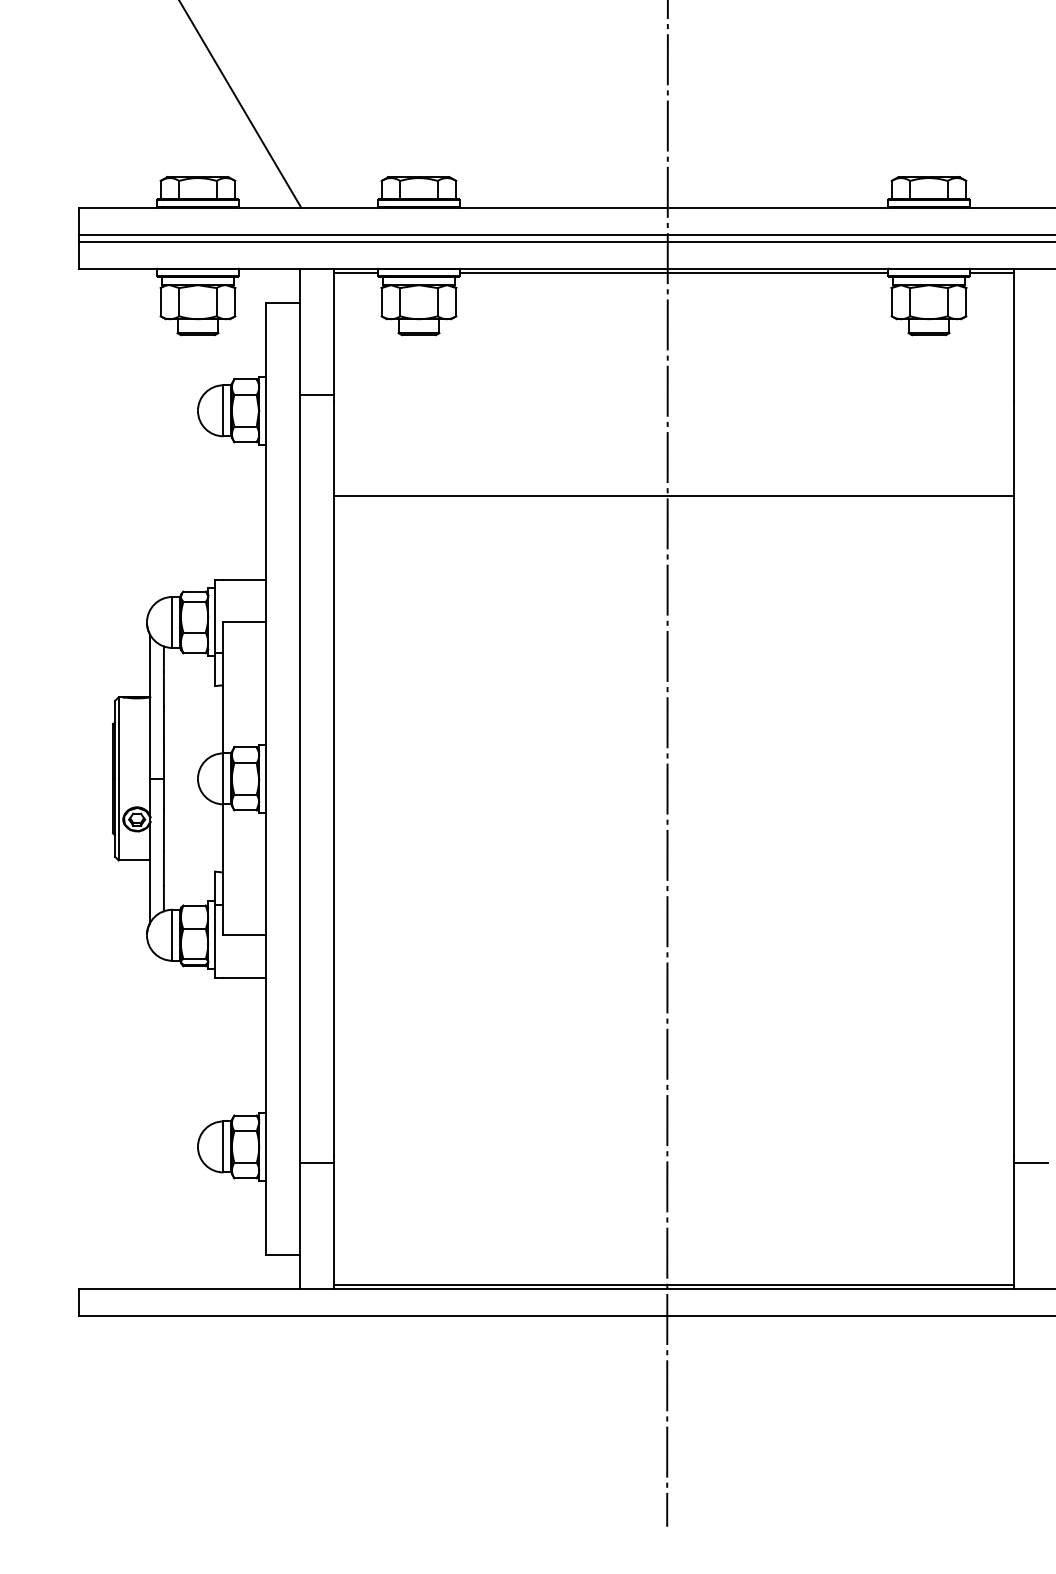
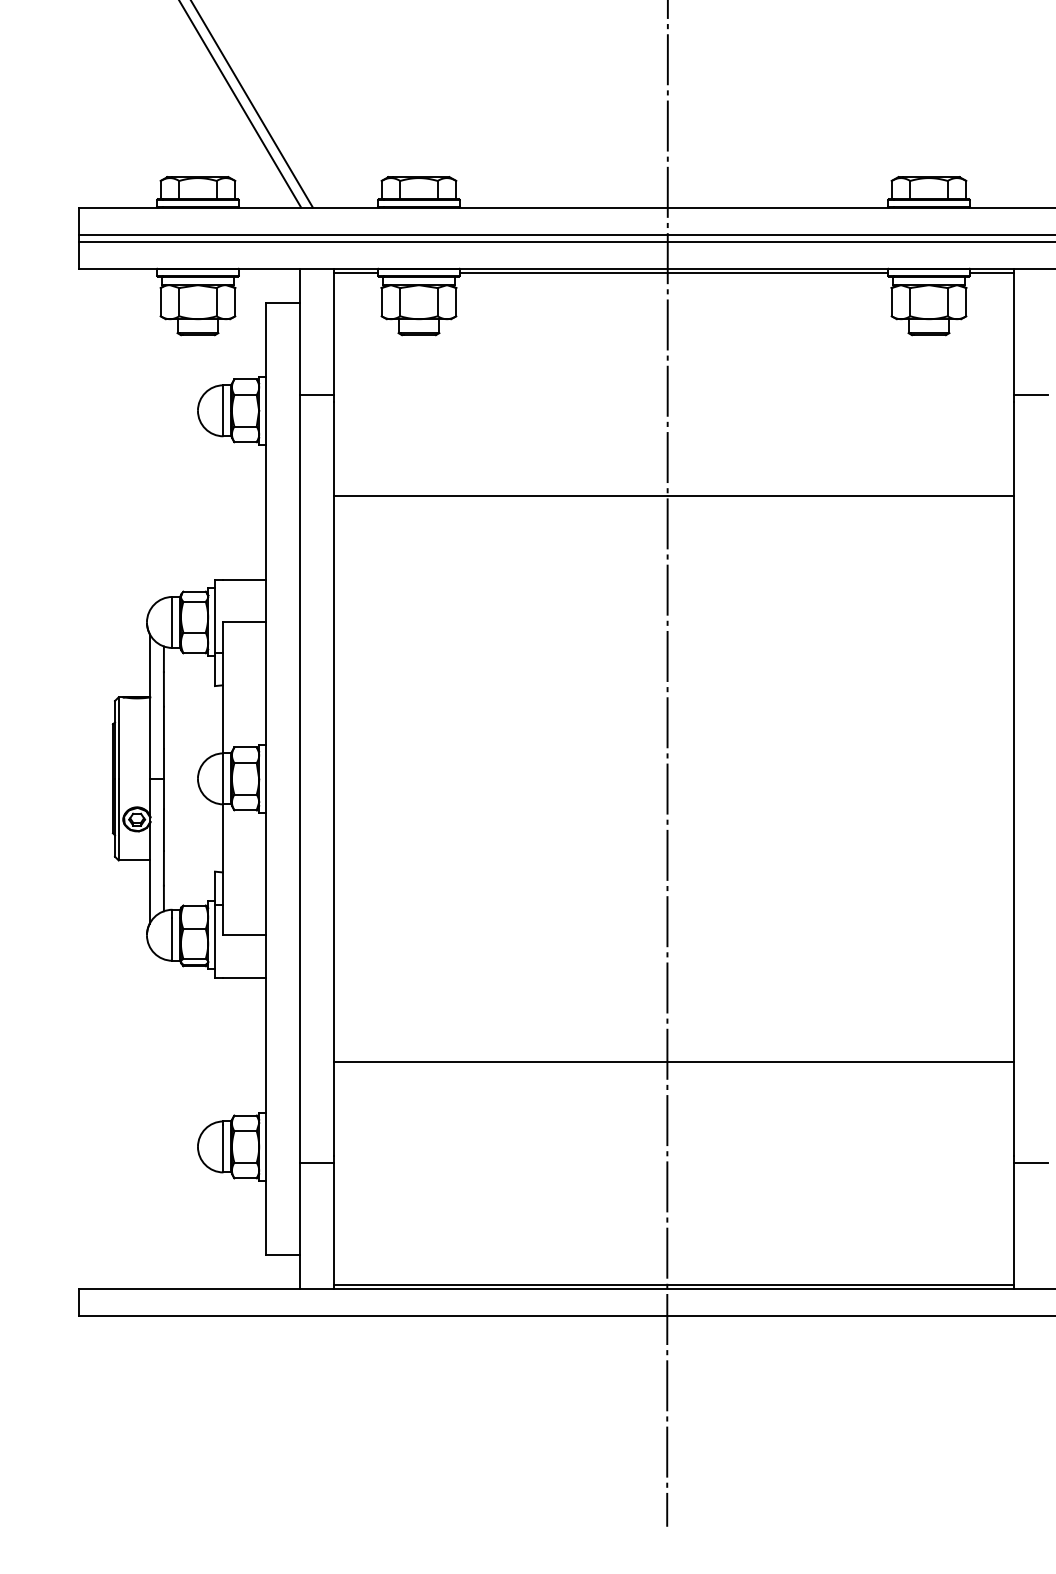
line at (252, 104): none -> present
line at (1031, 395): none -> present
line at (673, 1062): none -> present
